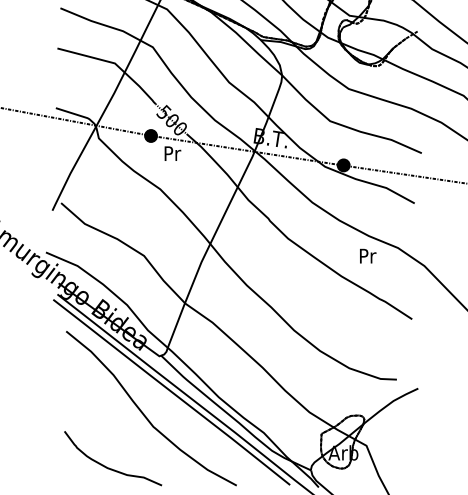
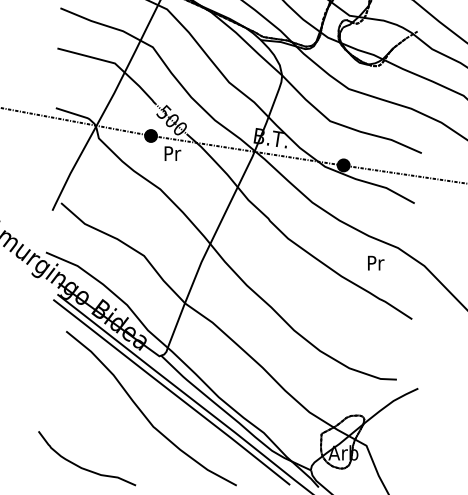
text at (368, 255) position: (368, 255) -> (376, 262)
curve at (109, 467) position: (109, 467) -> (83, 467)
